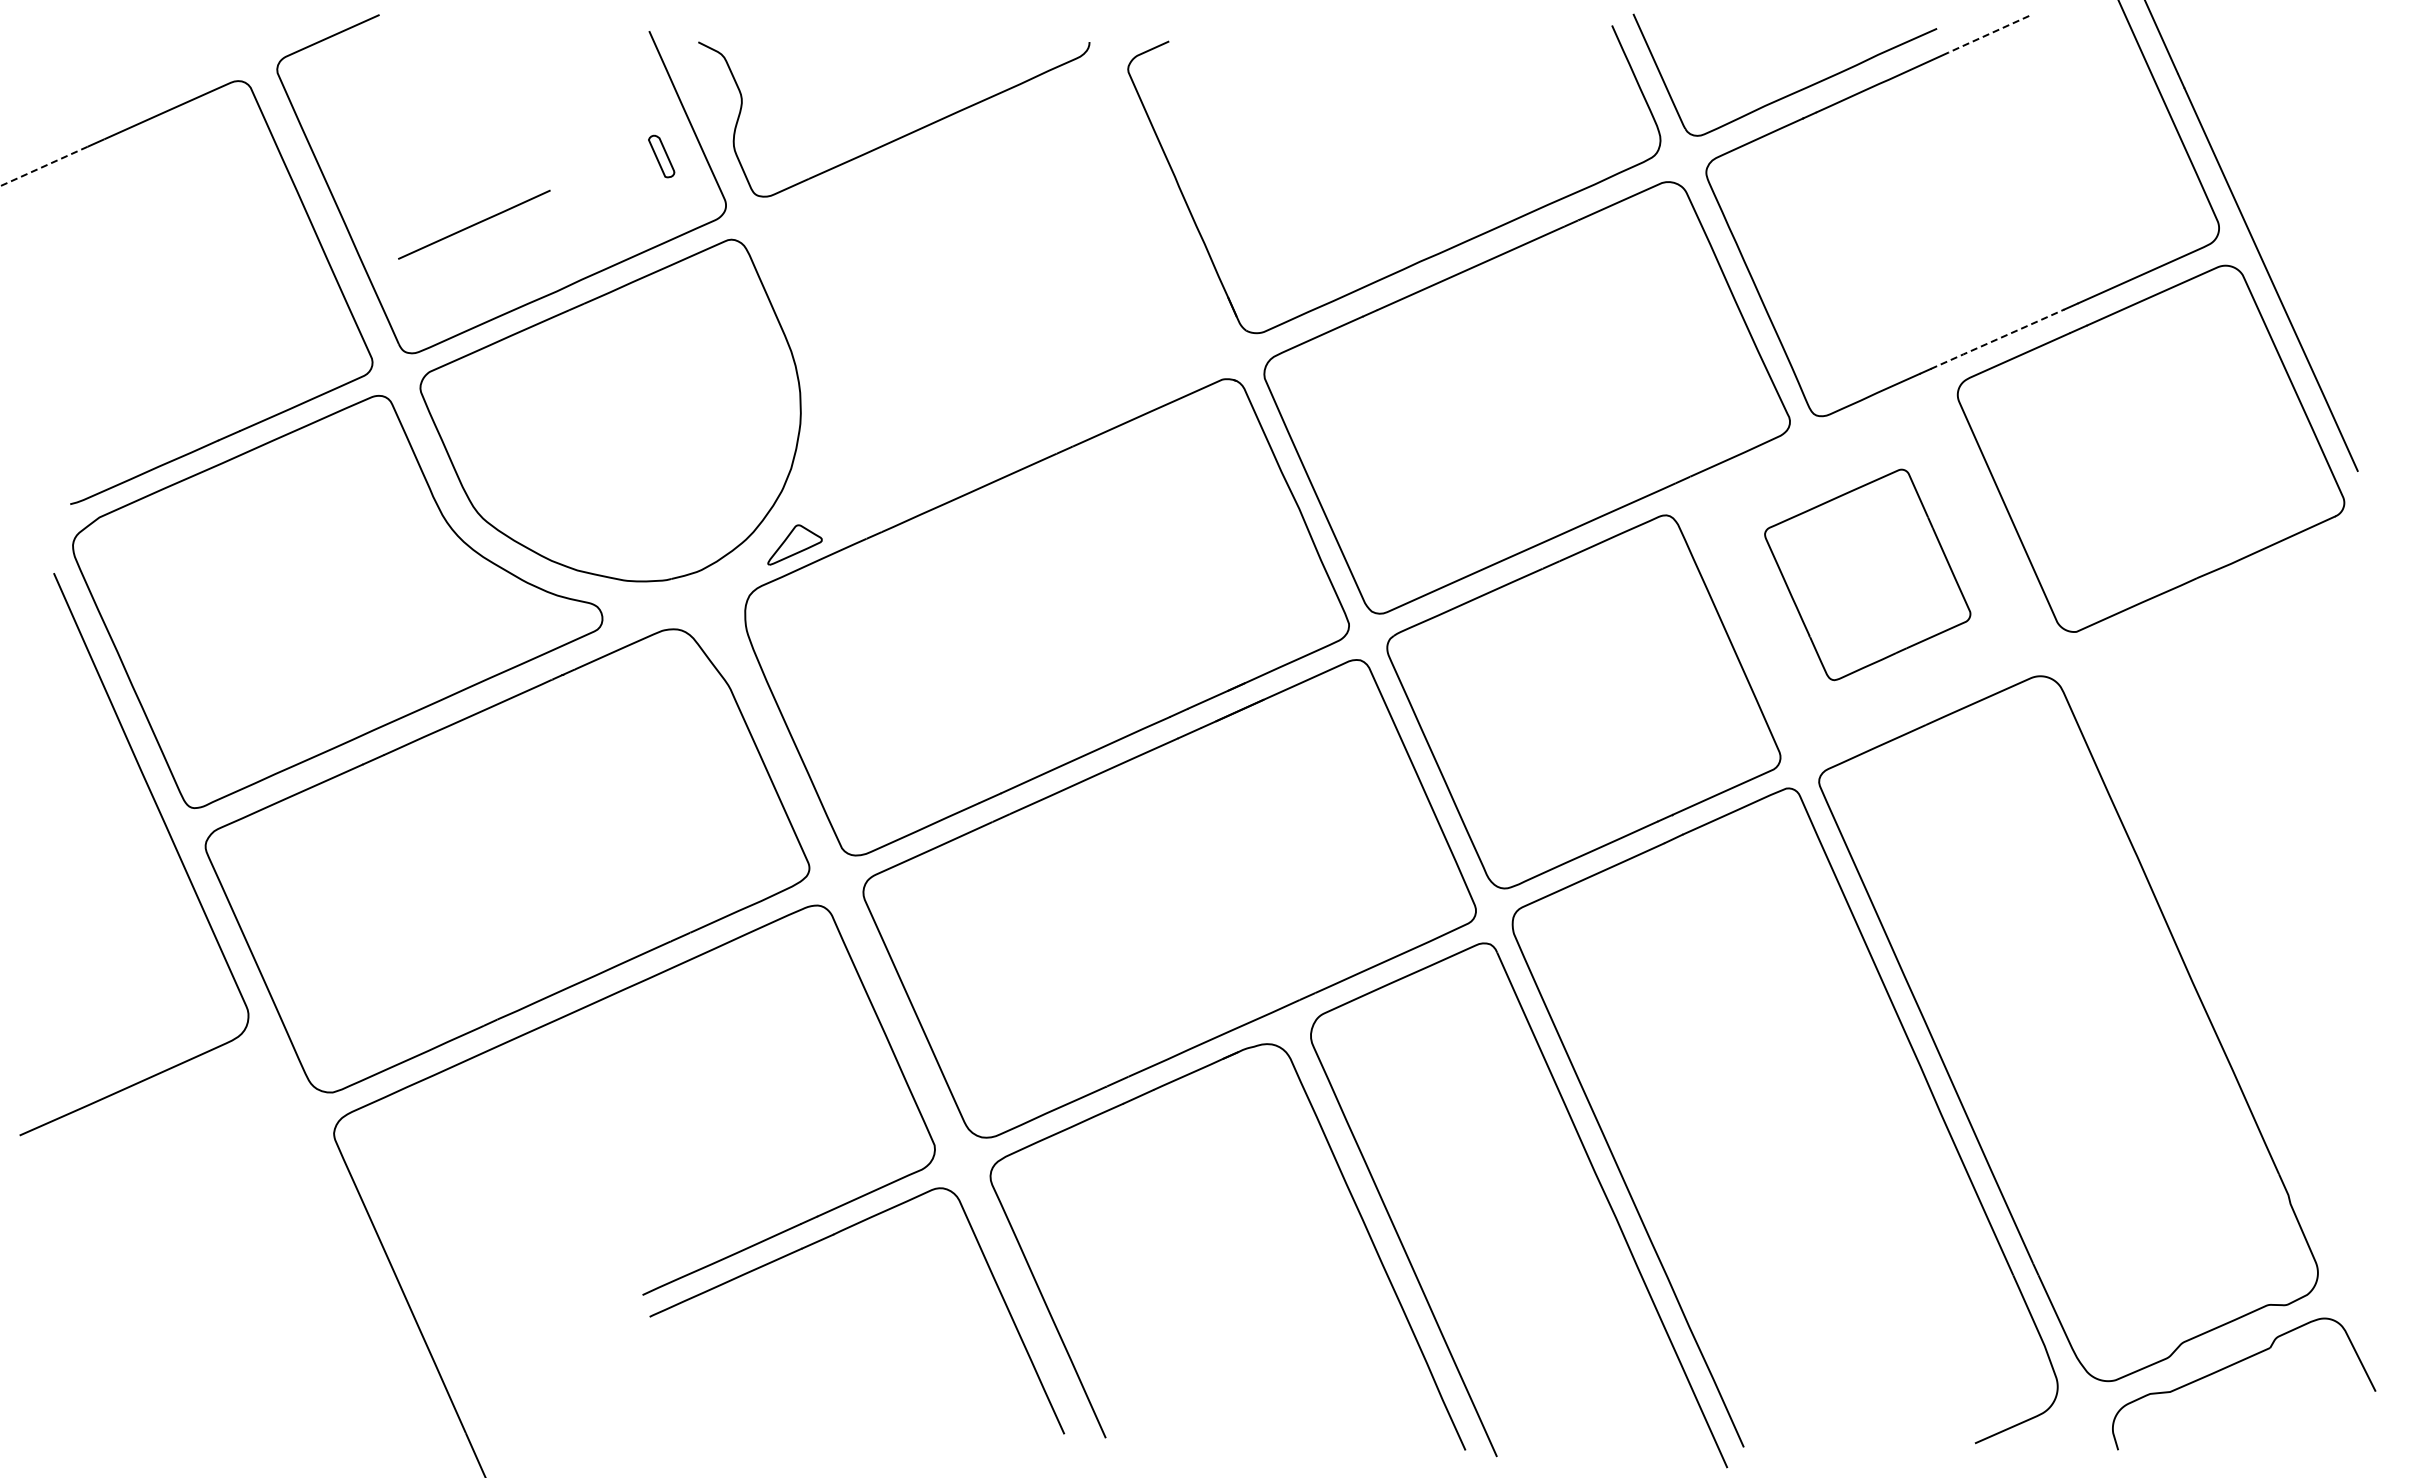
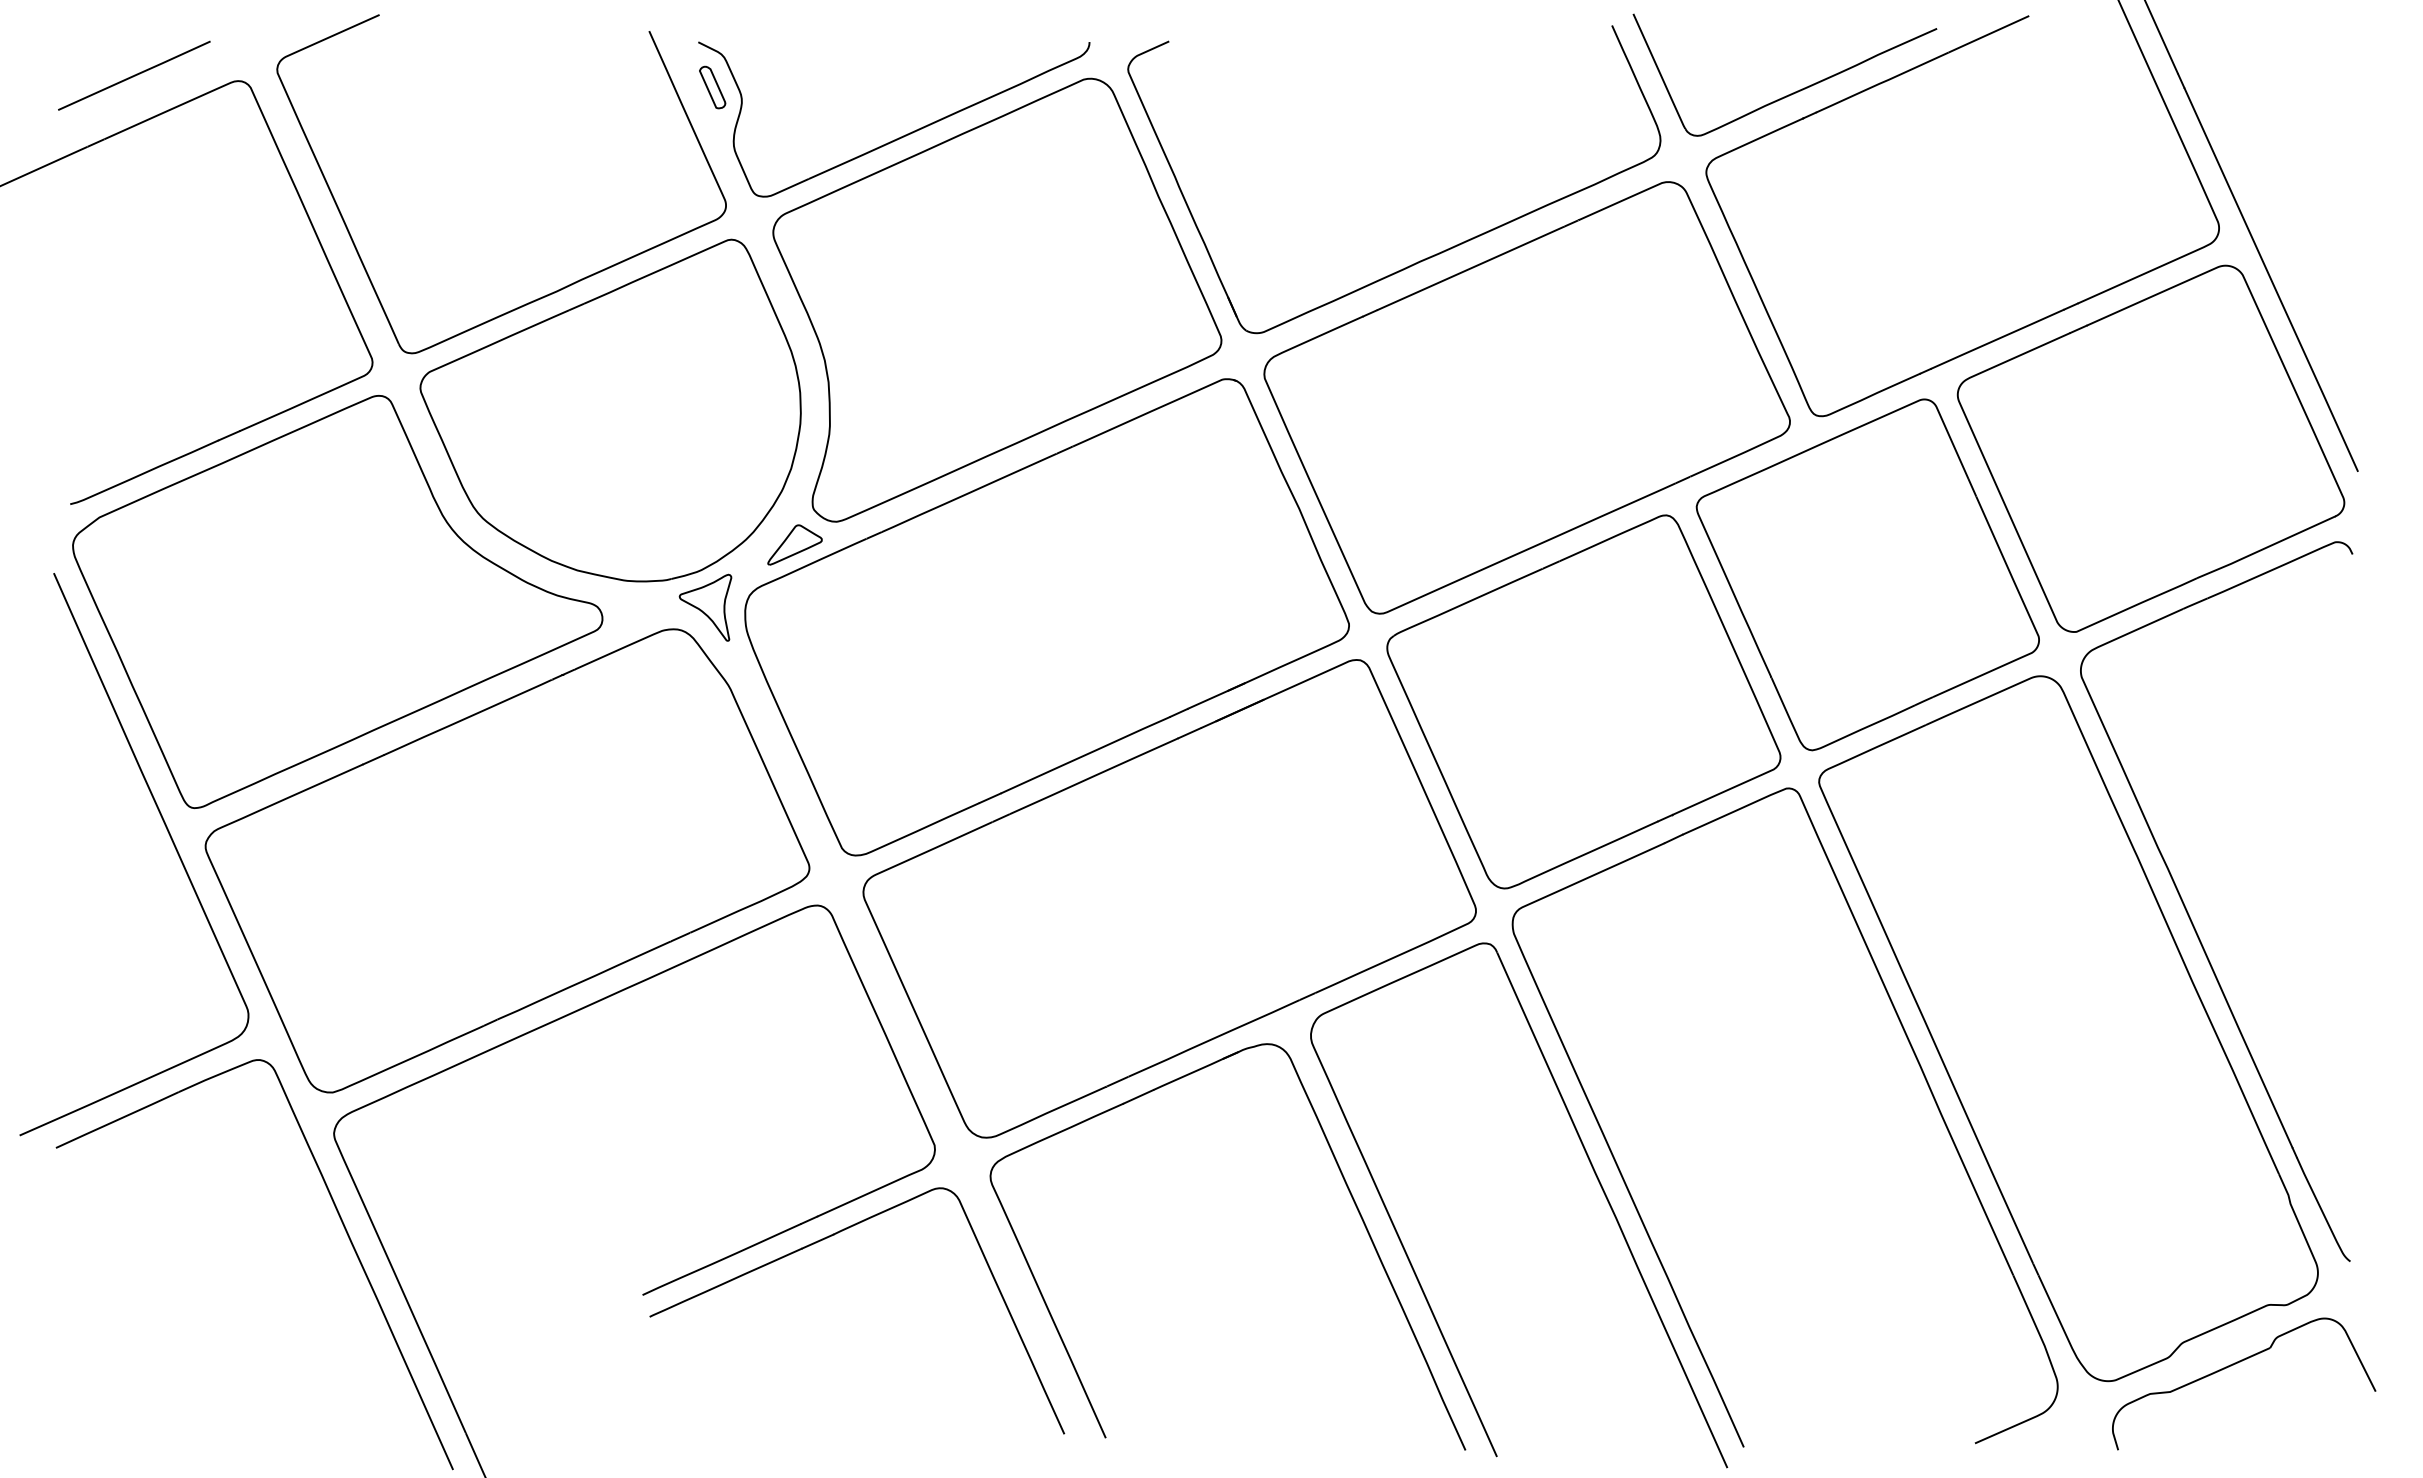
line at (1987, 34): dashed -> solid
part at (661, 156) position: (661, 156) -> (712, 87)
line at (44, 166): dashed -> solid
line at (474, 224) position: (474, 224) -> (134, 75)
part at (997, 299): none -> present
line at (1998, 338): dashed -> solid
part at (1867, 574) size: 208x214 px -> 345x354 px
part at (705, 607): none -> present
part at (2189, 914): none -> present
part at (343, 1227): none -> present
